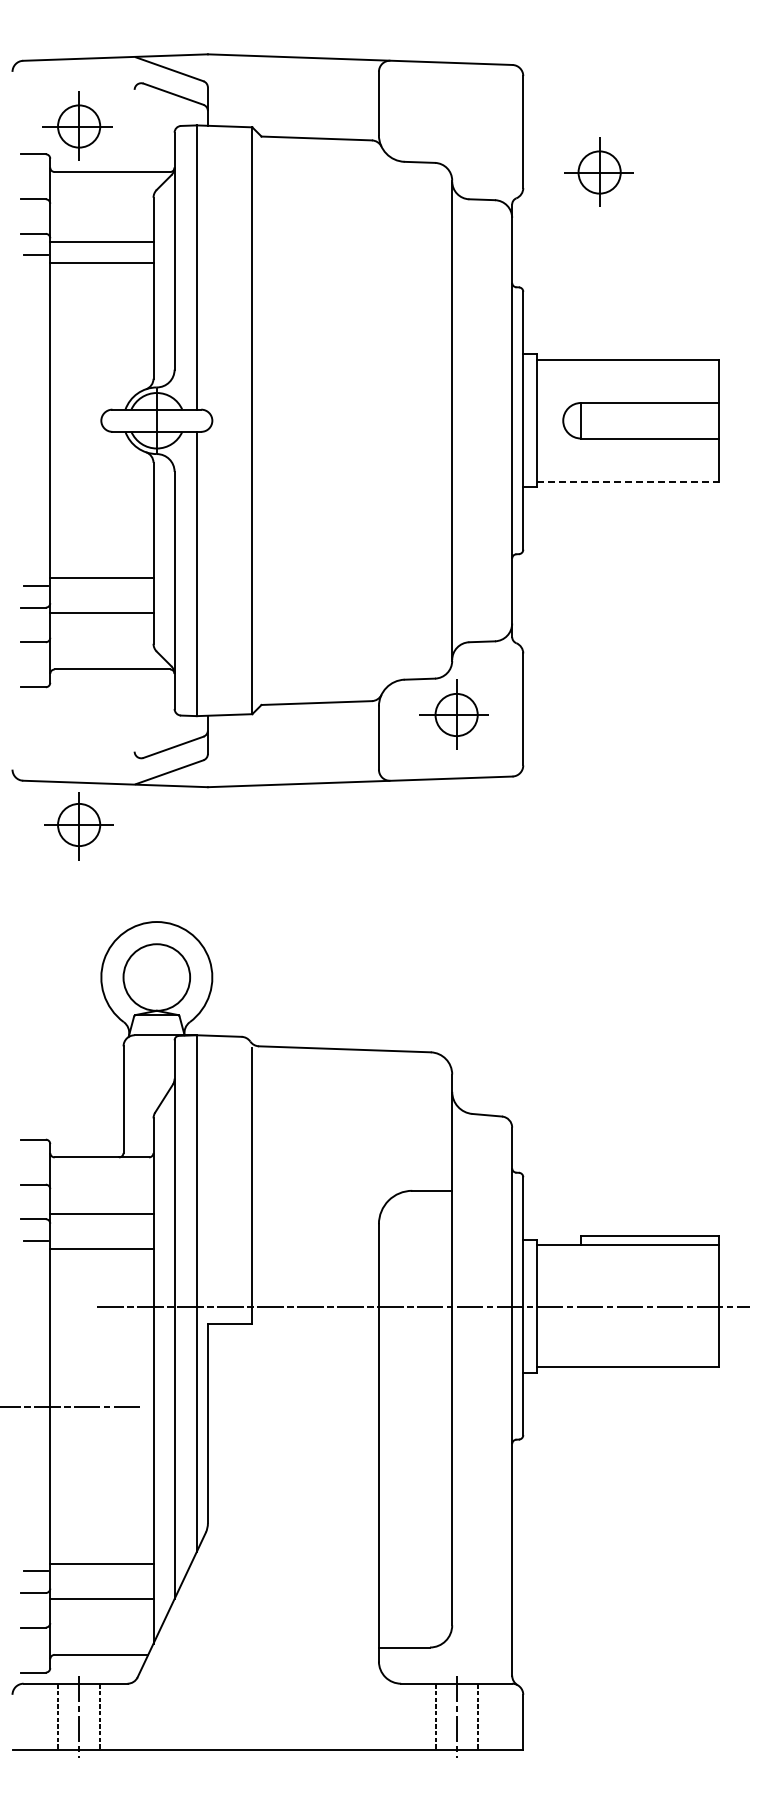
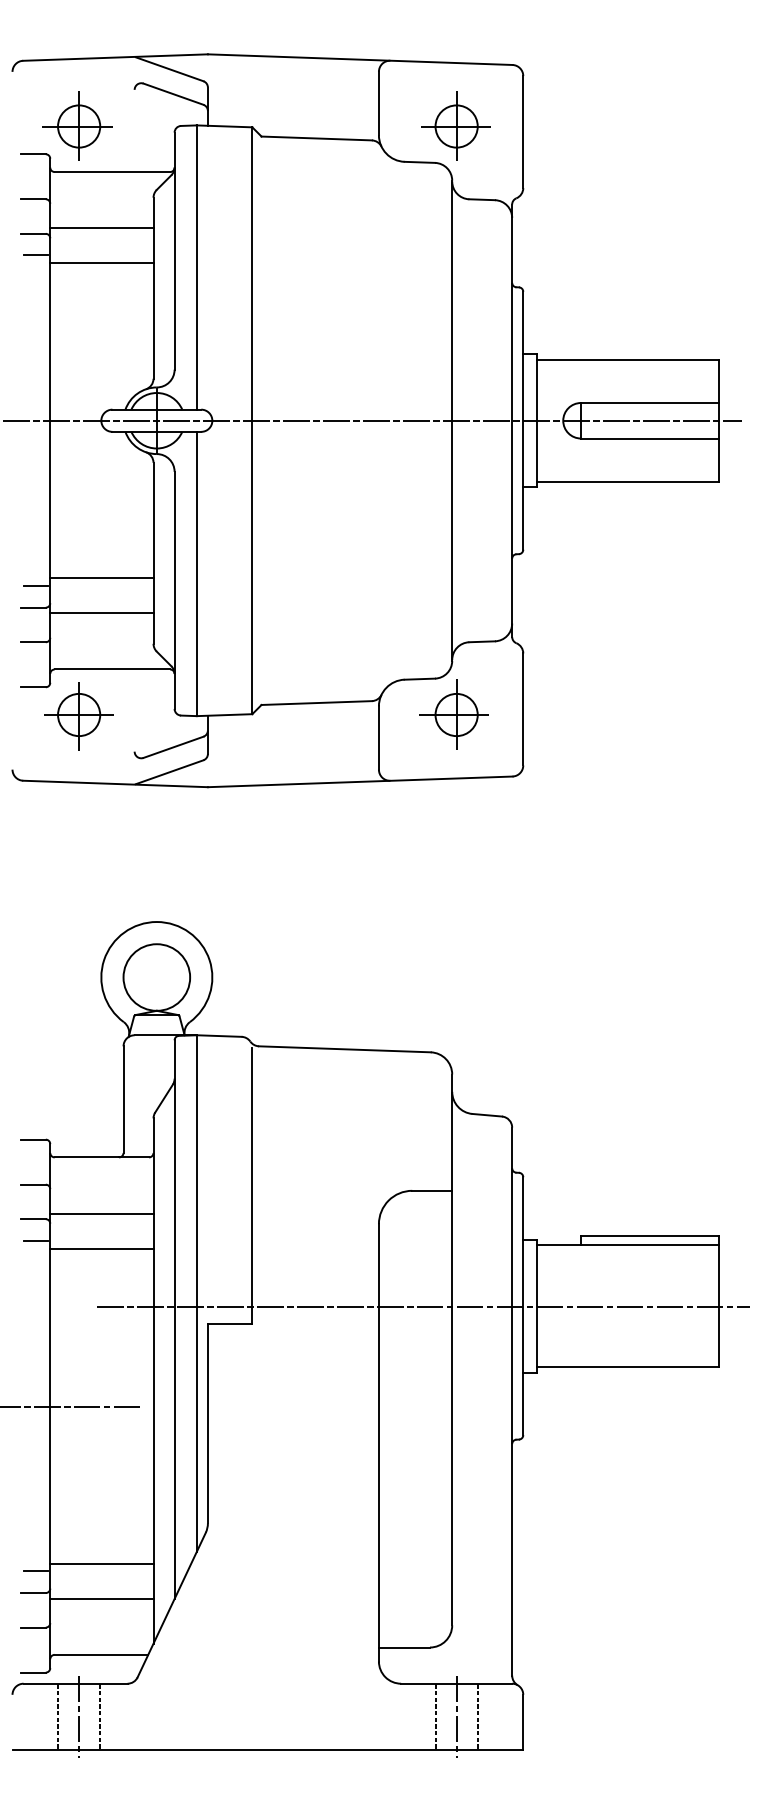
part at (598, 171) position: (598, 171) -> (455, 125)
line at (101, 242) position: (101, 242) -> (101, 228)
line at (372, 420): none -> present
line at (628, 481): dashed -> solid
part at (78, 826) position: (78, 826) -> (78, 716)
